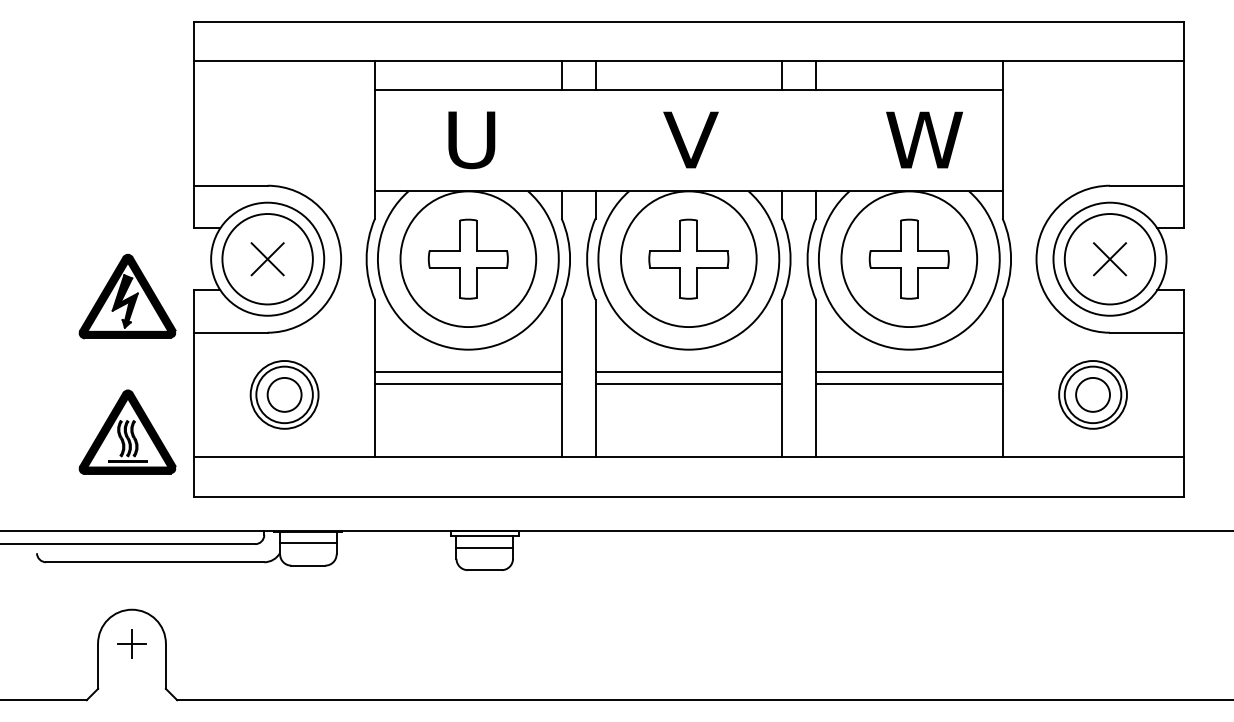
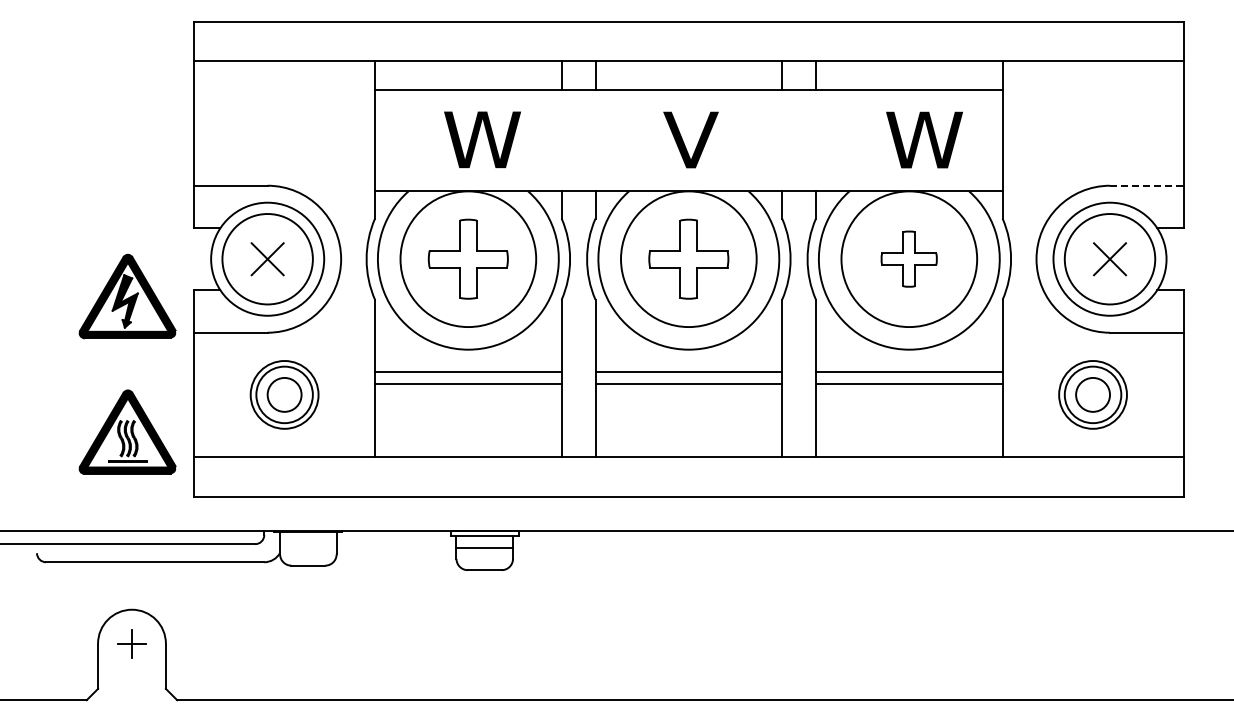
text at (482, 140): U -> W
line at (1146, 185): solid -> dashed
part at (908, 258) size: 82x82 px -> 58x58 px
line at (308, 543): present -> none
